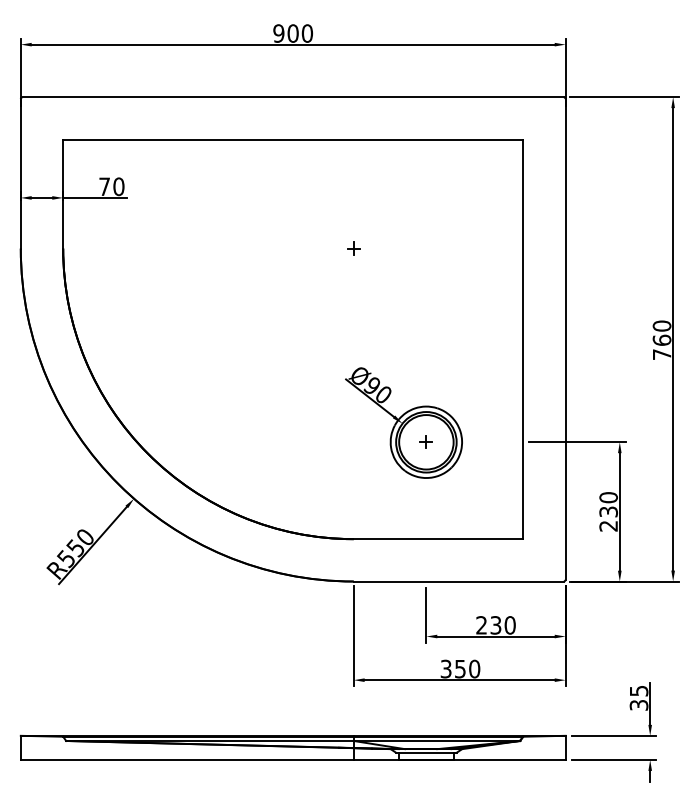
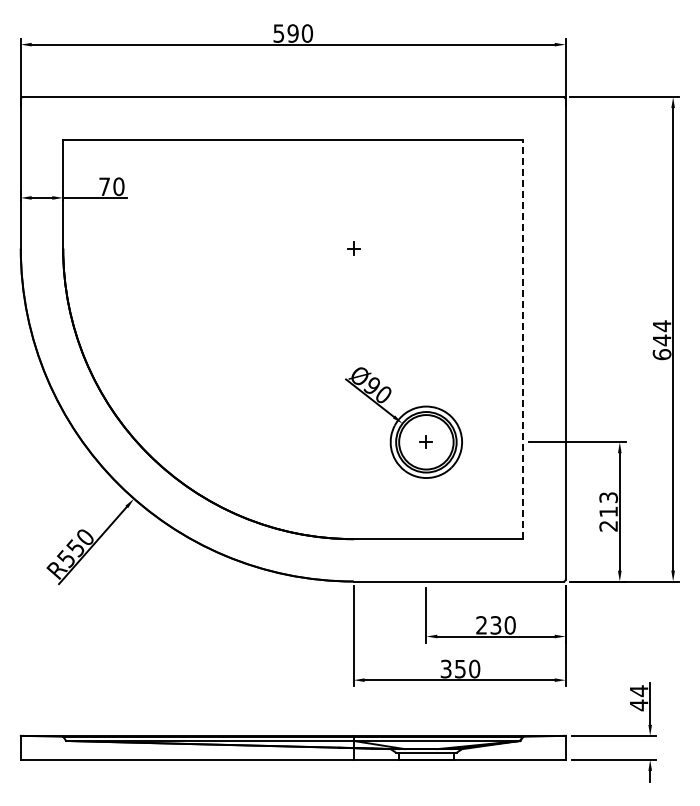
text at (285, 33): 900 -> 590
line at (523, 339): solid -> dashed
text at (661, 340): 760 -> 644
text at (608, 504): 230 -> 213
text at (638, 698): 35 -> 44
